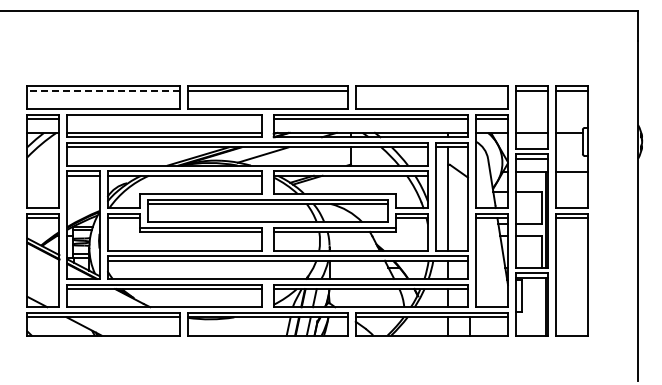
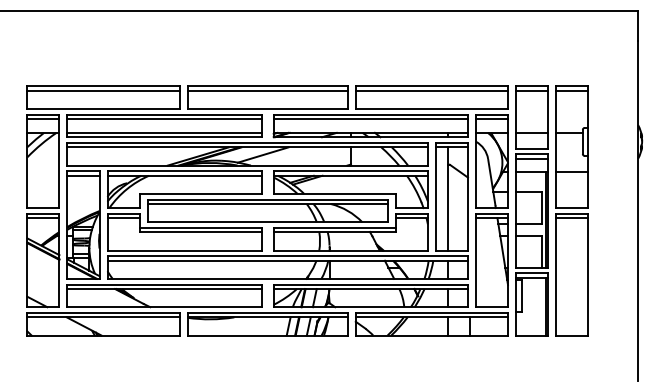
line at (103, 90): dashed -> solid
line at (431, 90): none -> present
line at (164, 119): none -> present
